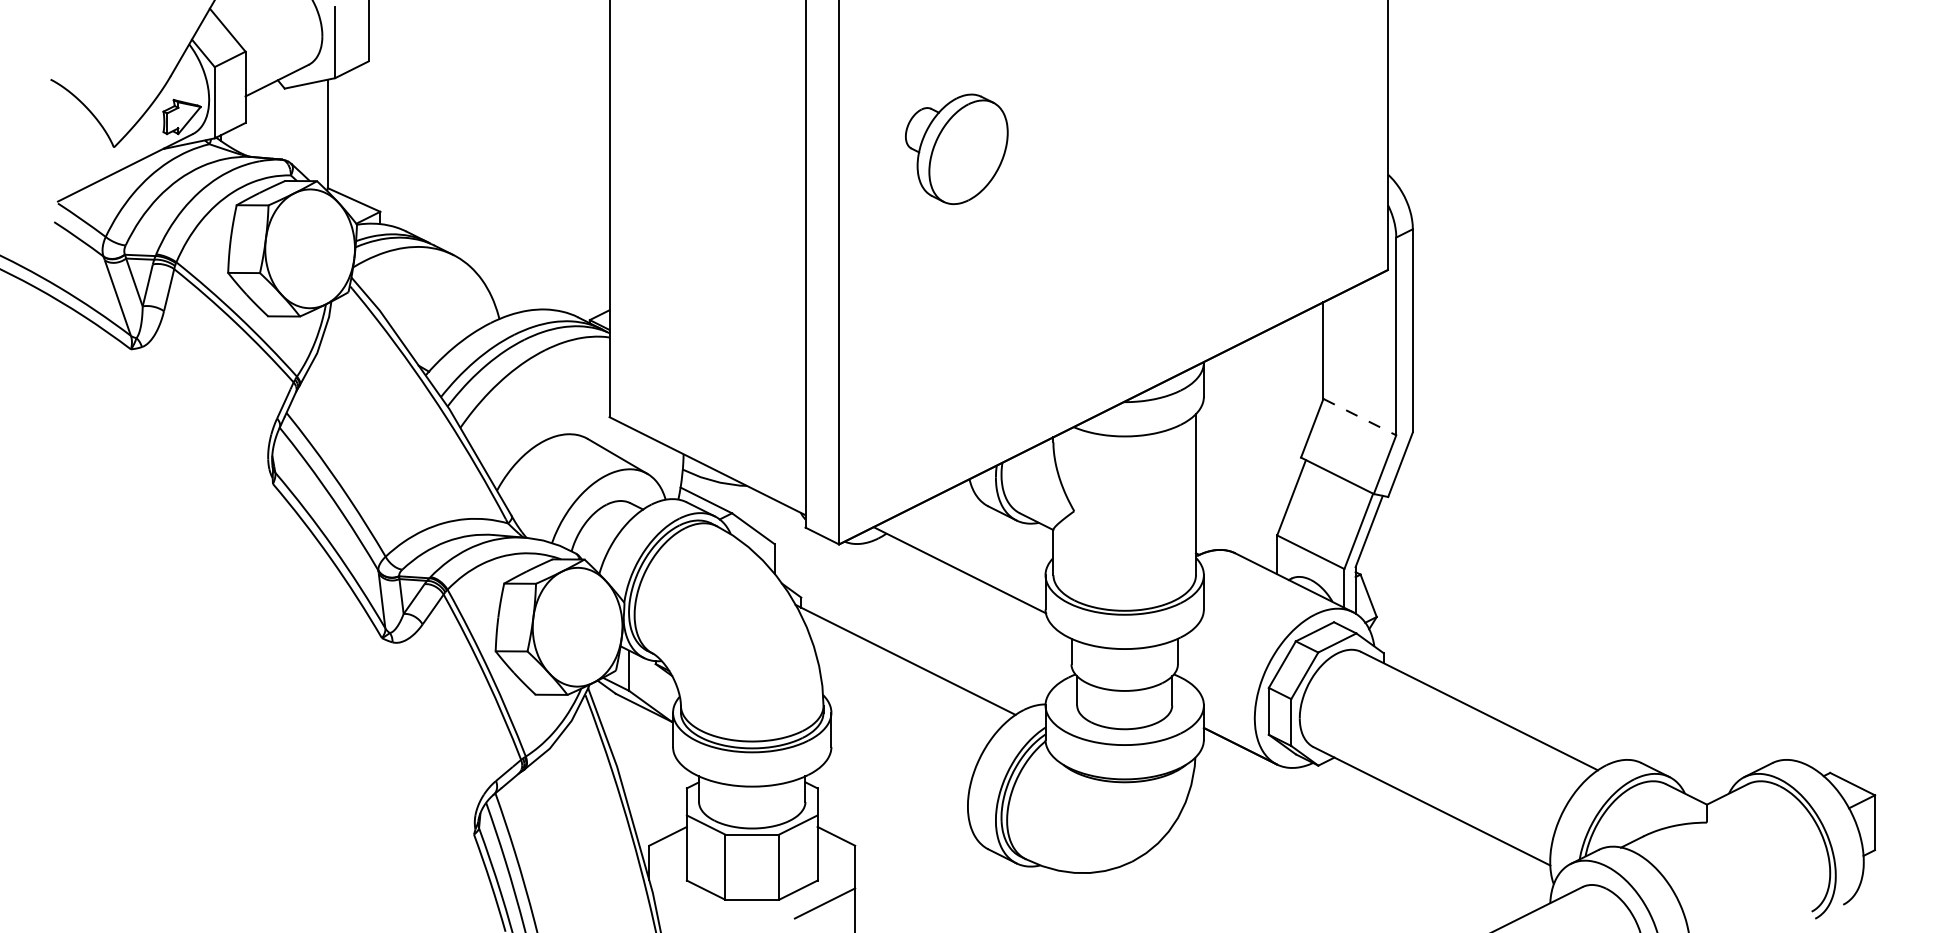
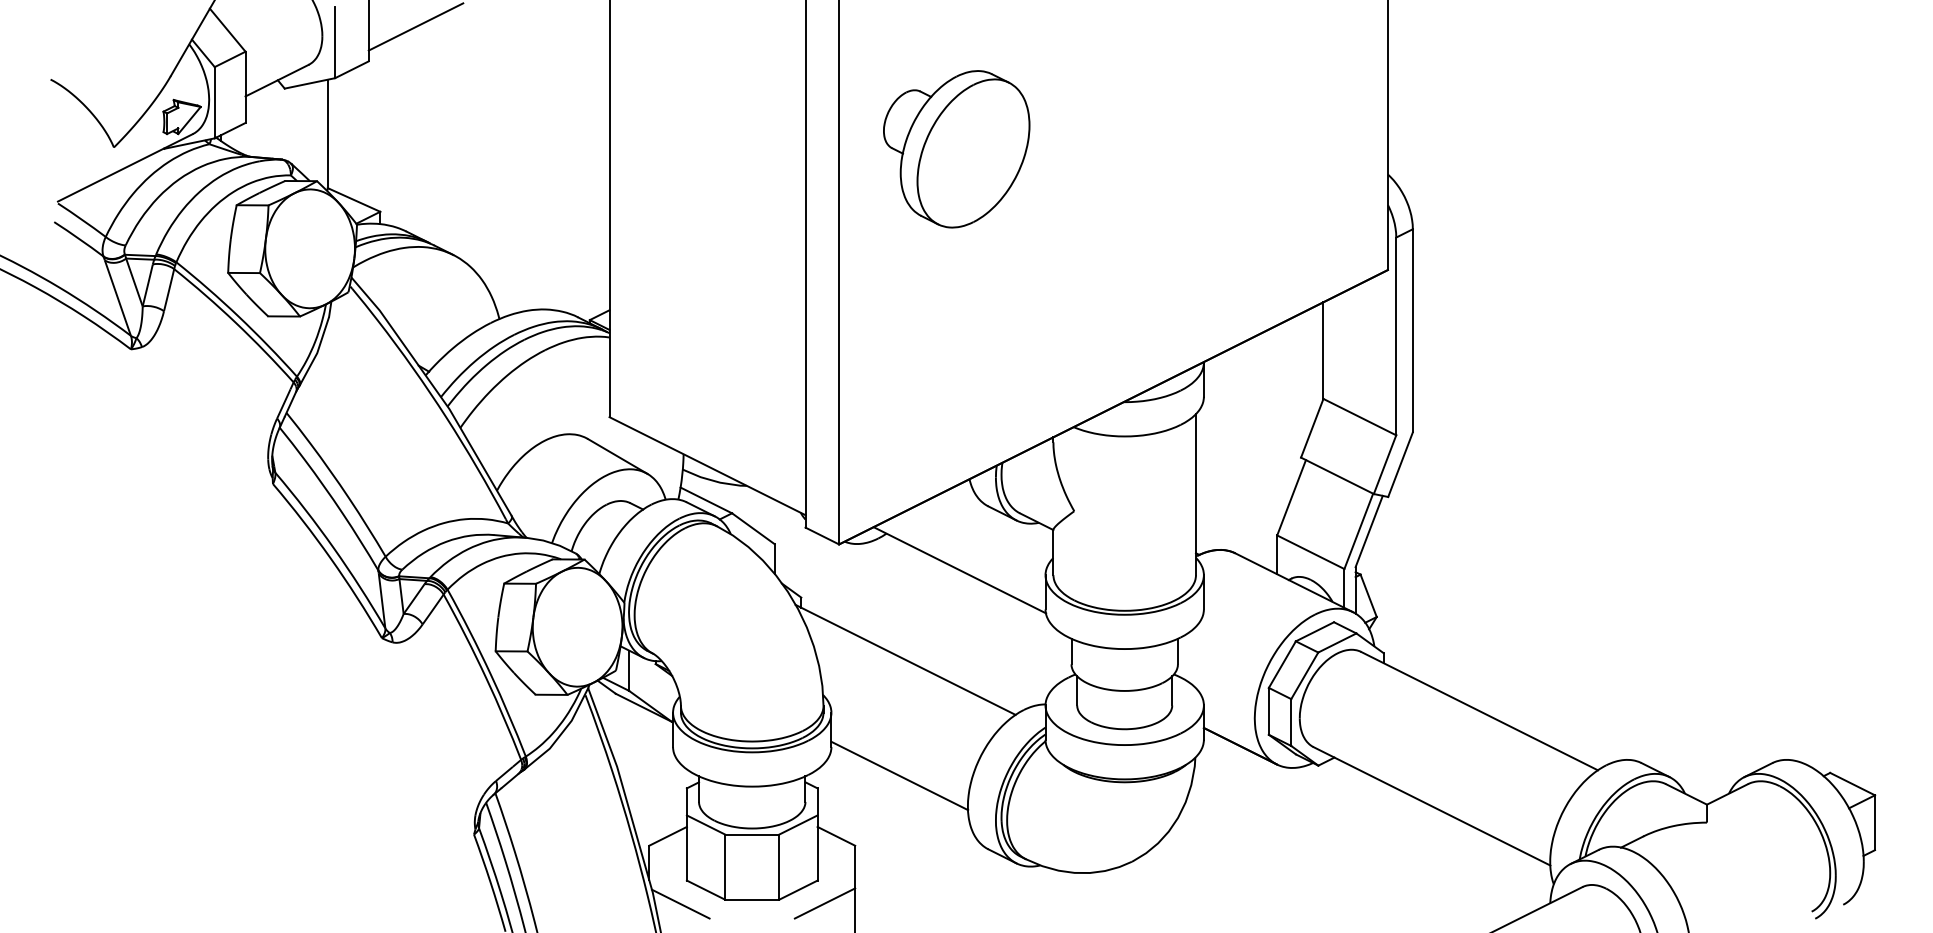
line at (415, 26): none -> present
part at (956, 149) size: 104x113 px -> 148x159 px
line at (1359, 417): dashed -> solid
line at (899, 775): none -> present
line at (680, 903): none -> present
